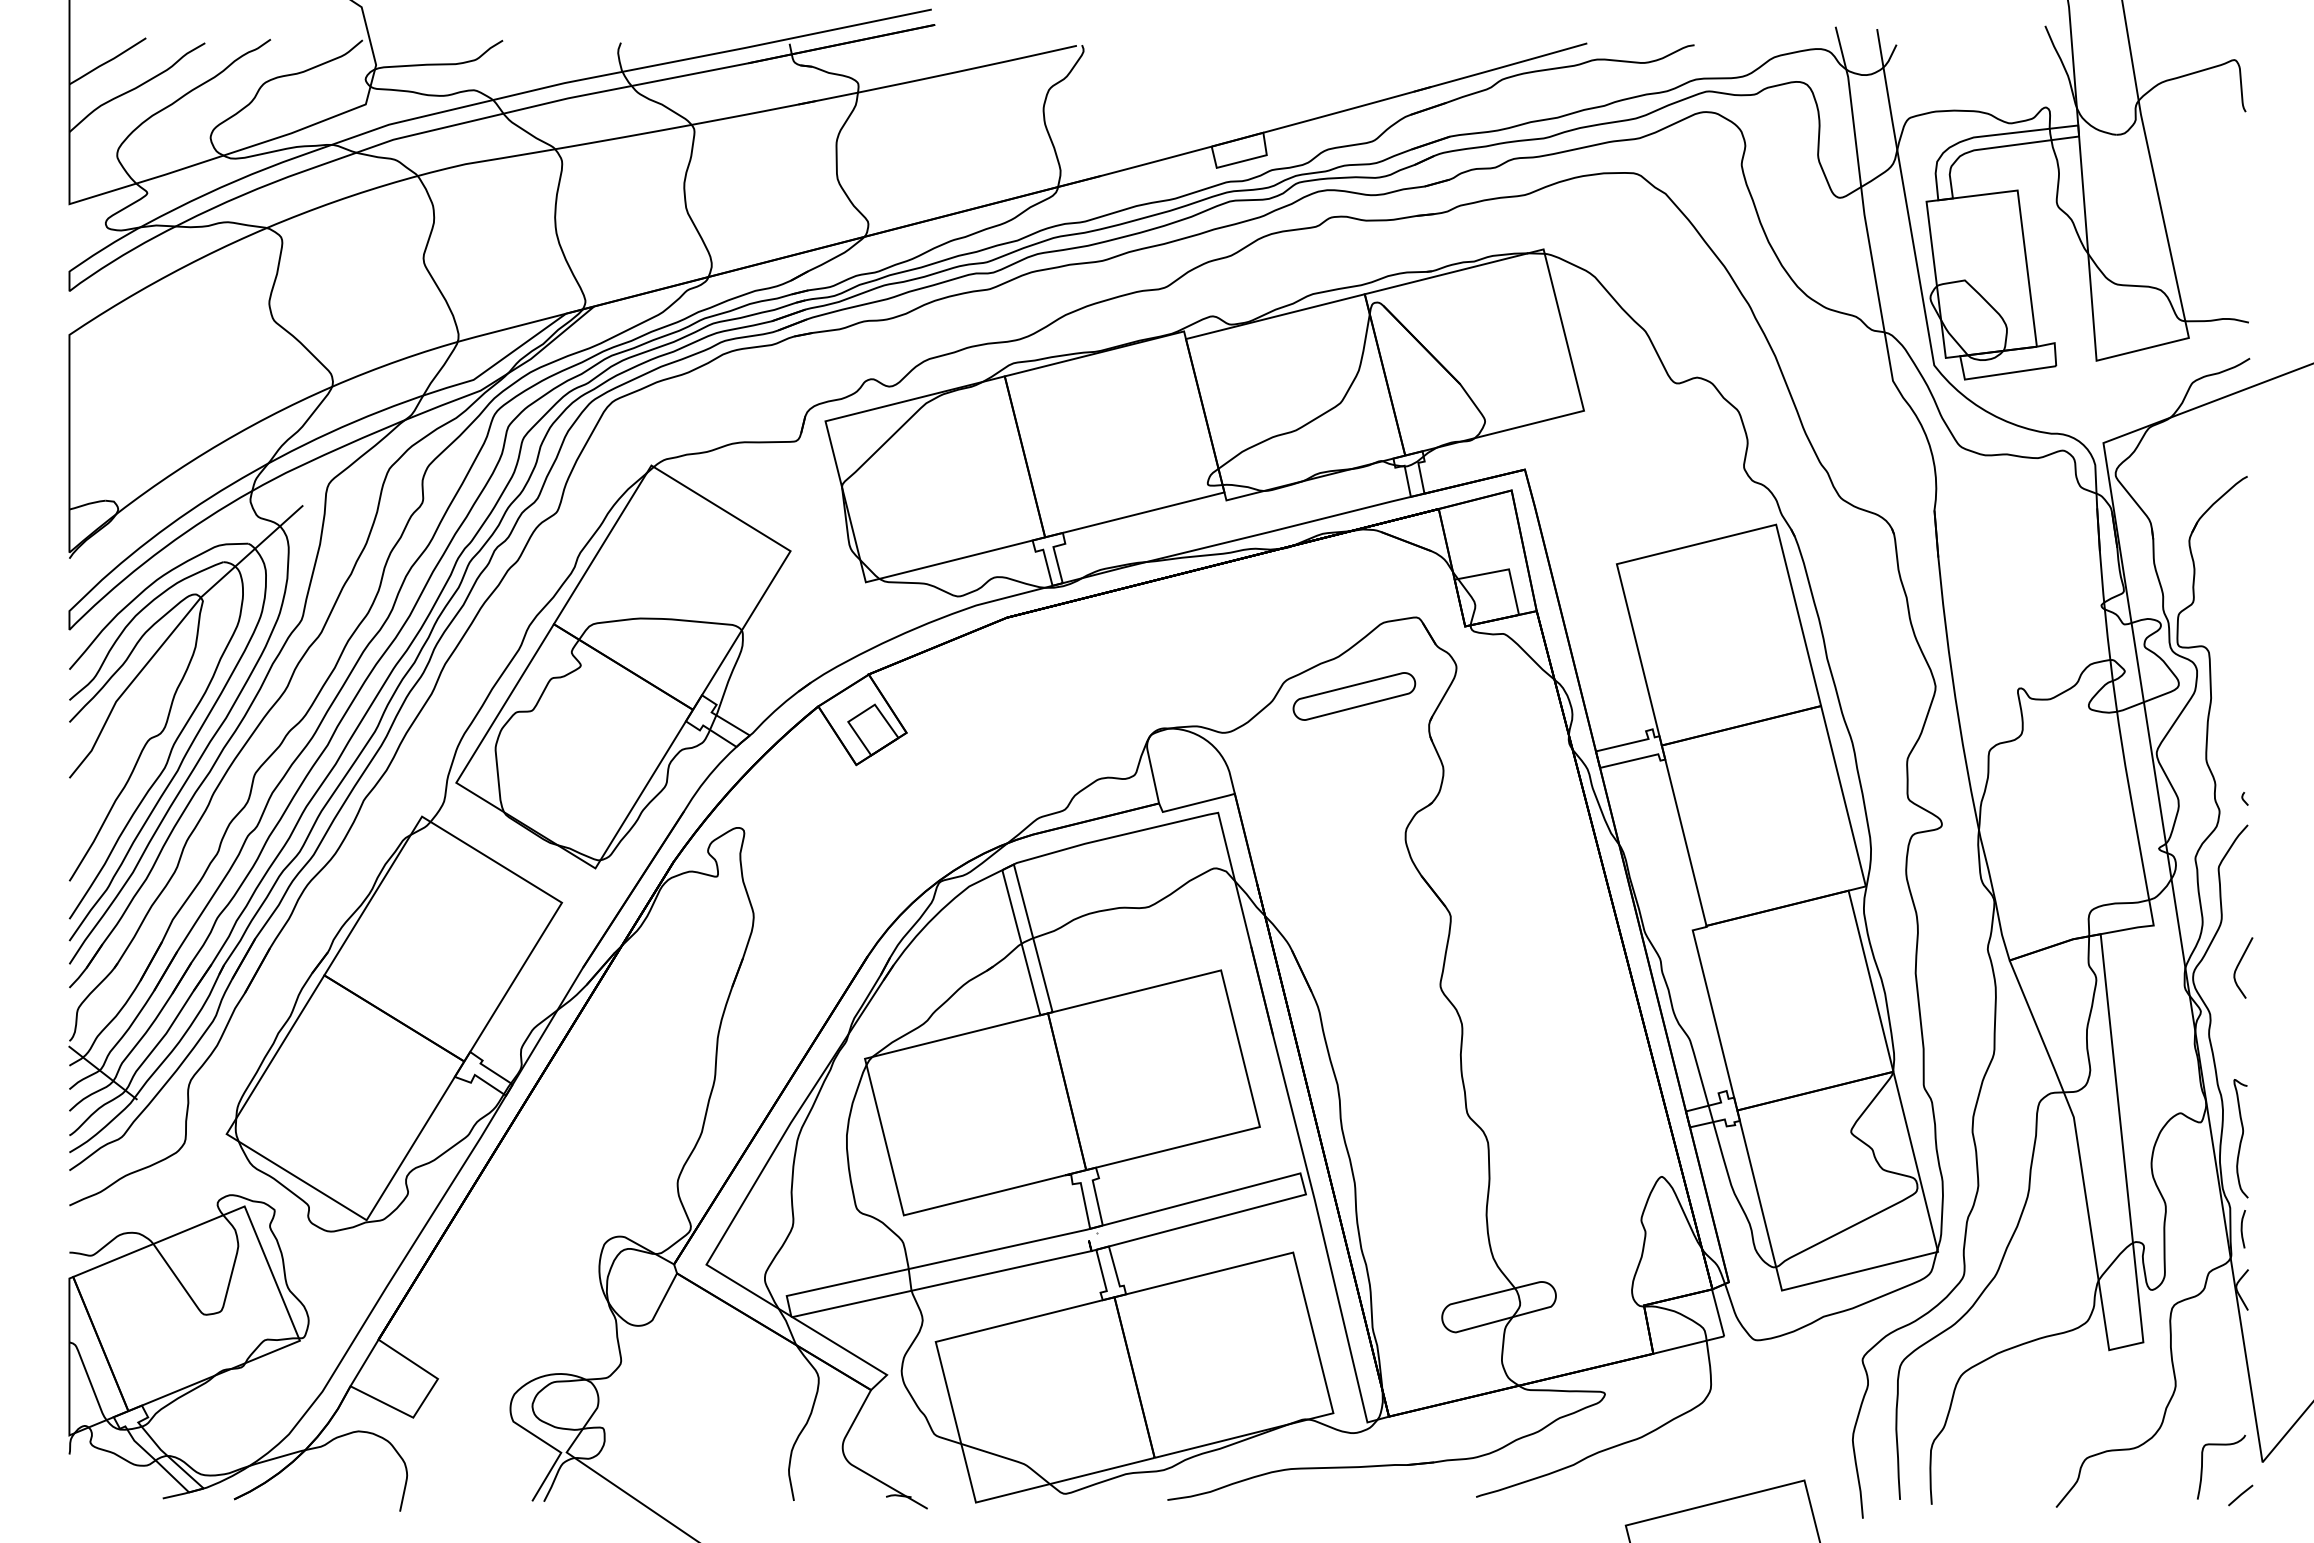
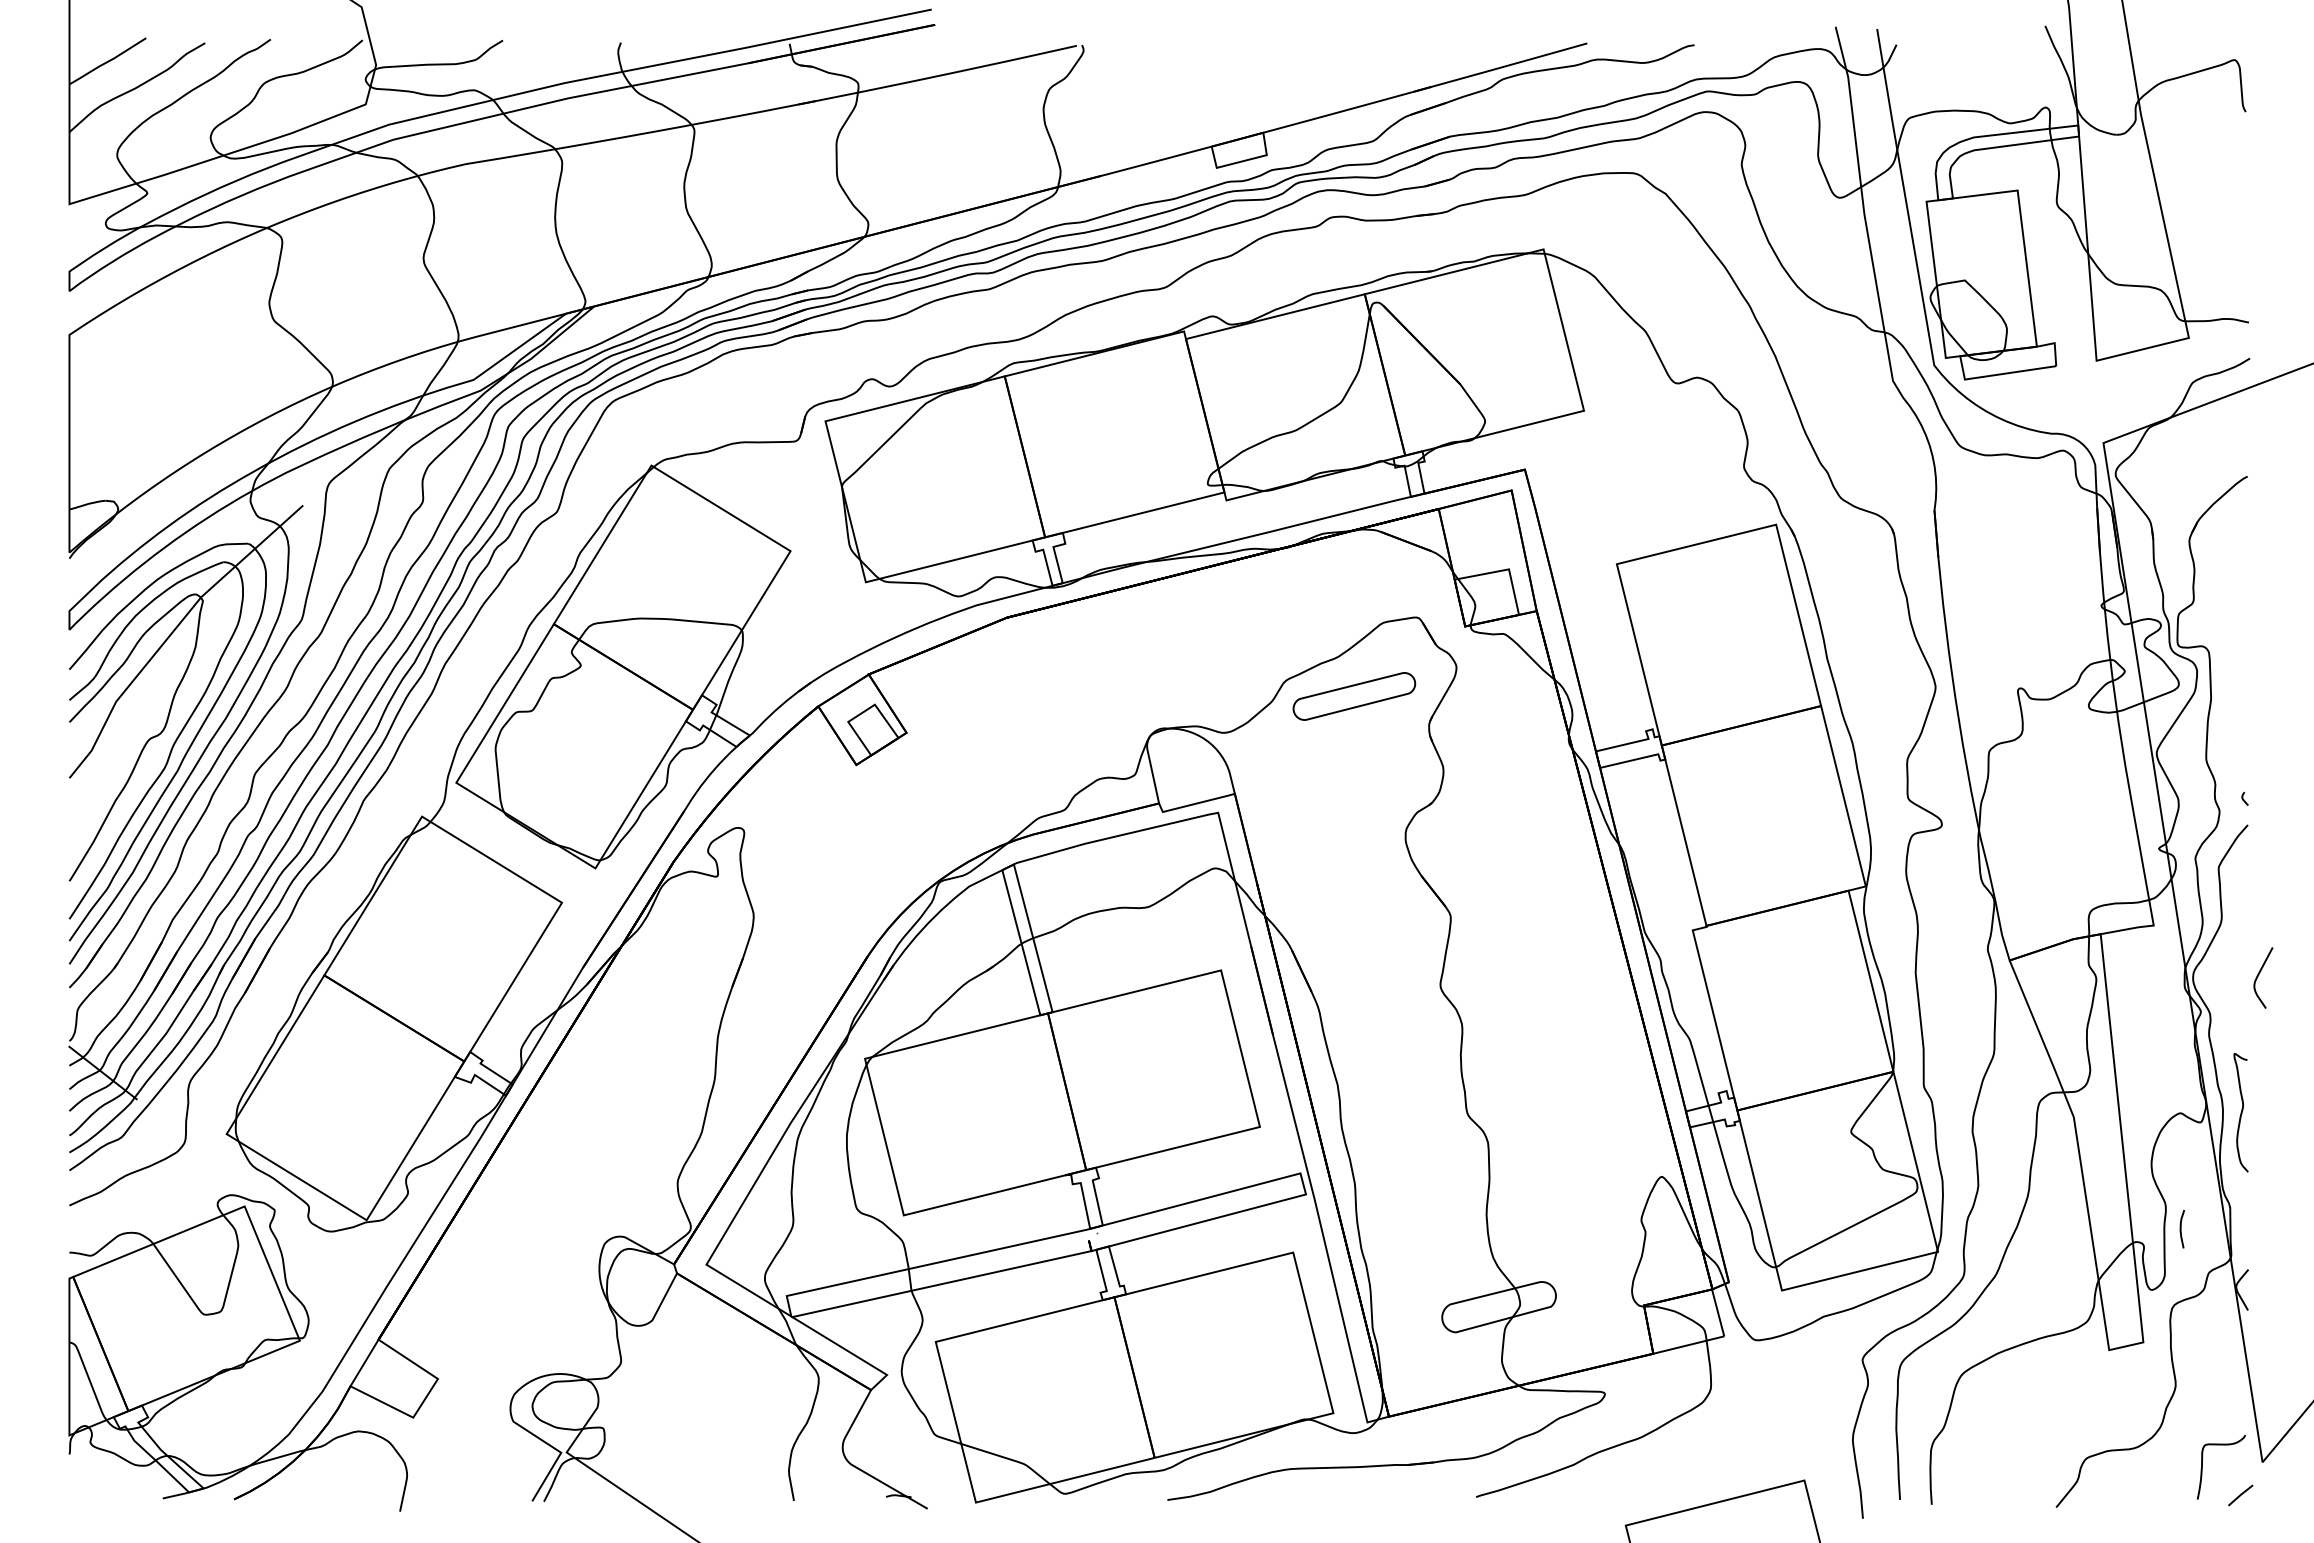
curve at (2240, 963) position: (2240, 963) -> (2260, 973)
curve at (2240, 1138) position: (2240, 1138) -> (2240, 1112)
curve at (2242, 1229) position: (2242, 1229) -> (2181, 1229)
